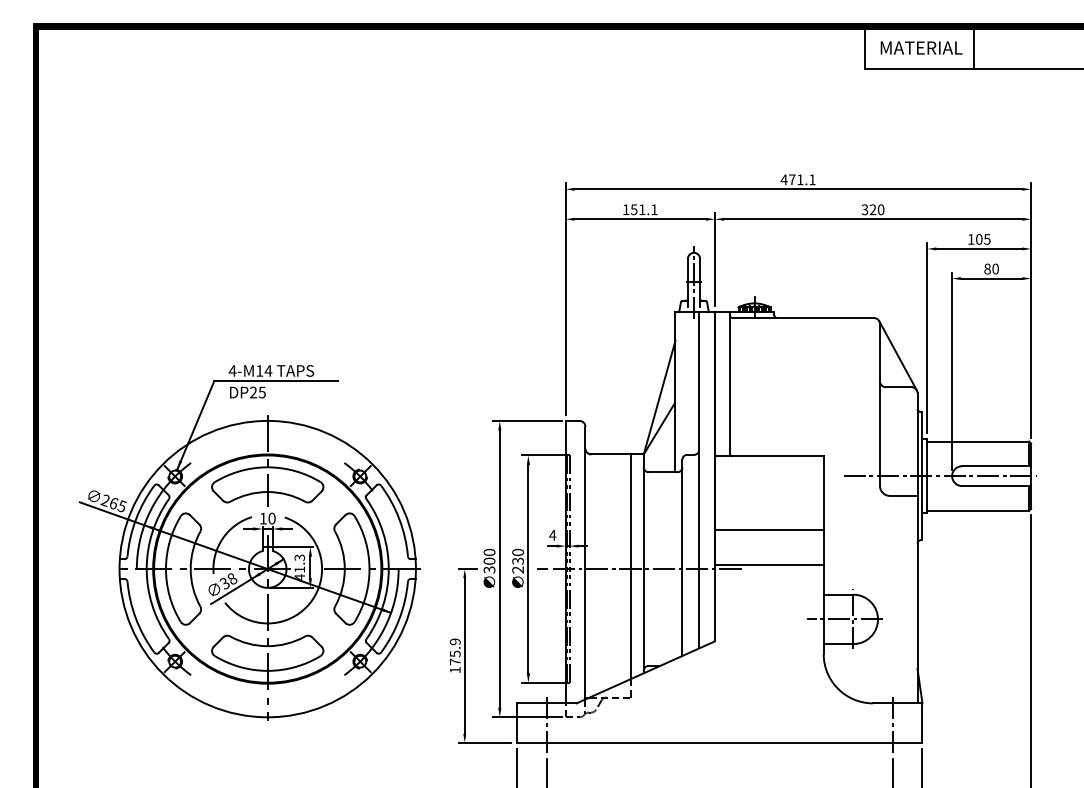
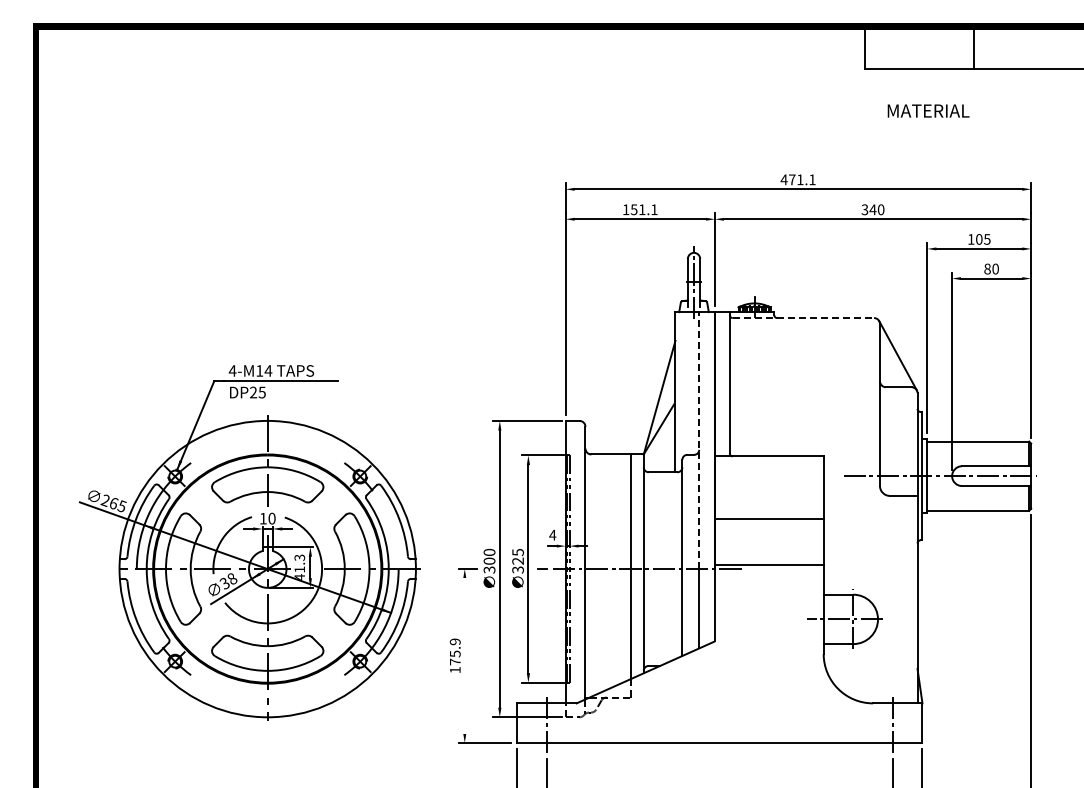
text at (921, 47) position: (921, 47) -> (928, 110)
text at (872, 209): 320 -> 340
line at (803, 318): solid -> dashed
line at (699, 440): solid -> dashed
line at (769, 530) position: (769, 530) -> (769, 519)
text at (517, 560): 230 -> 325
line at (464, 656): present -> none
